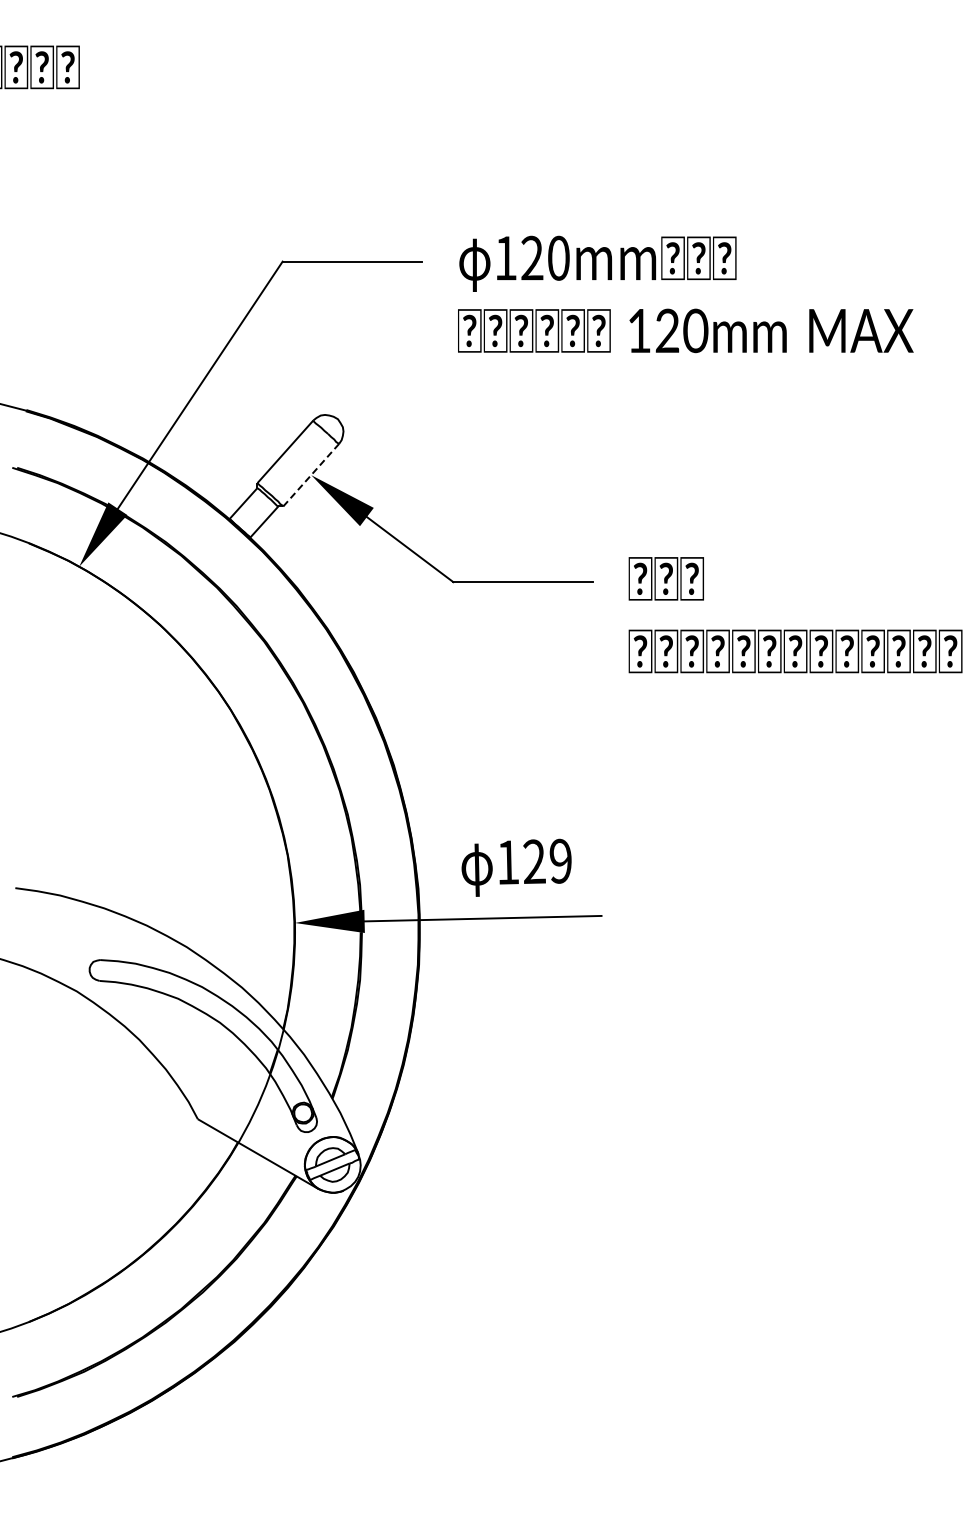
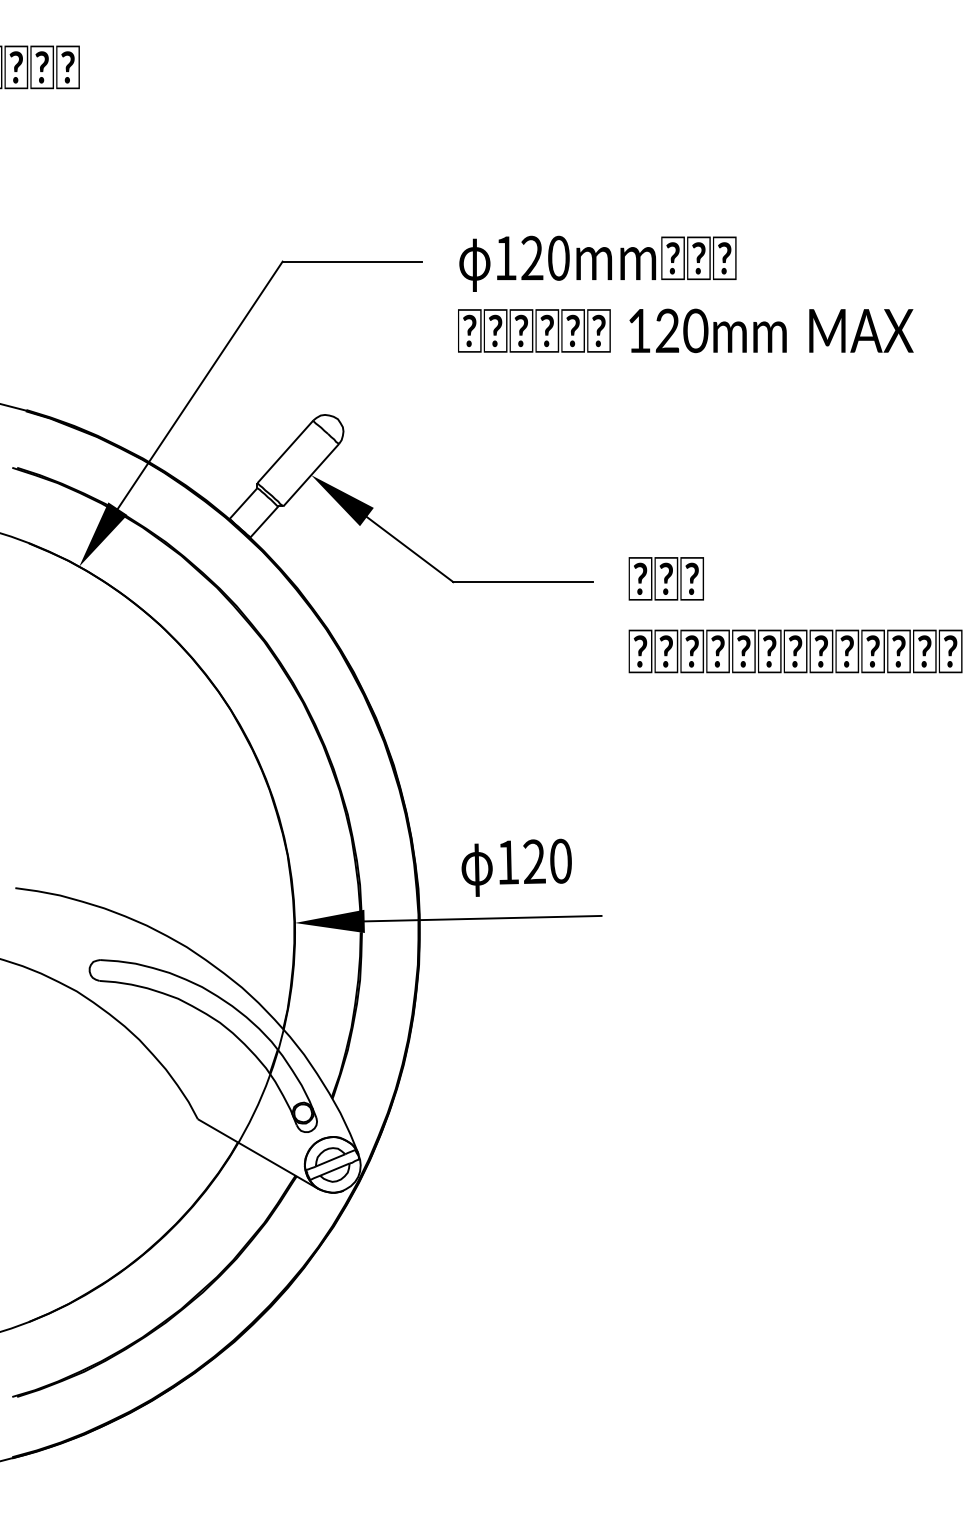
line at (311, 474): dashed -> solid
text at (560, 860): 129 -> 120
